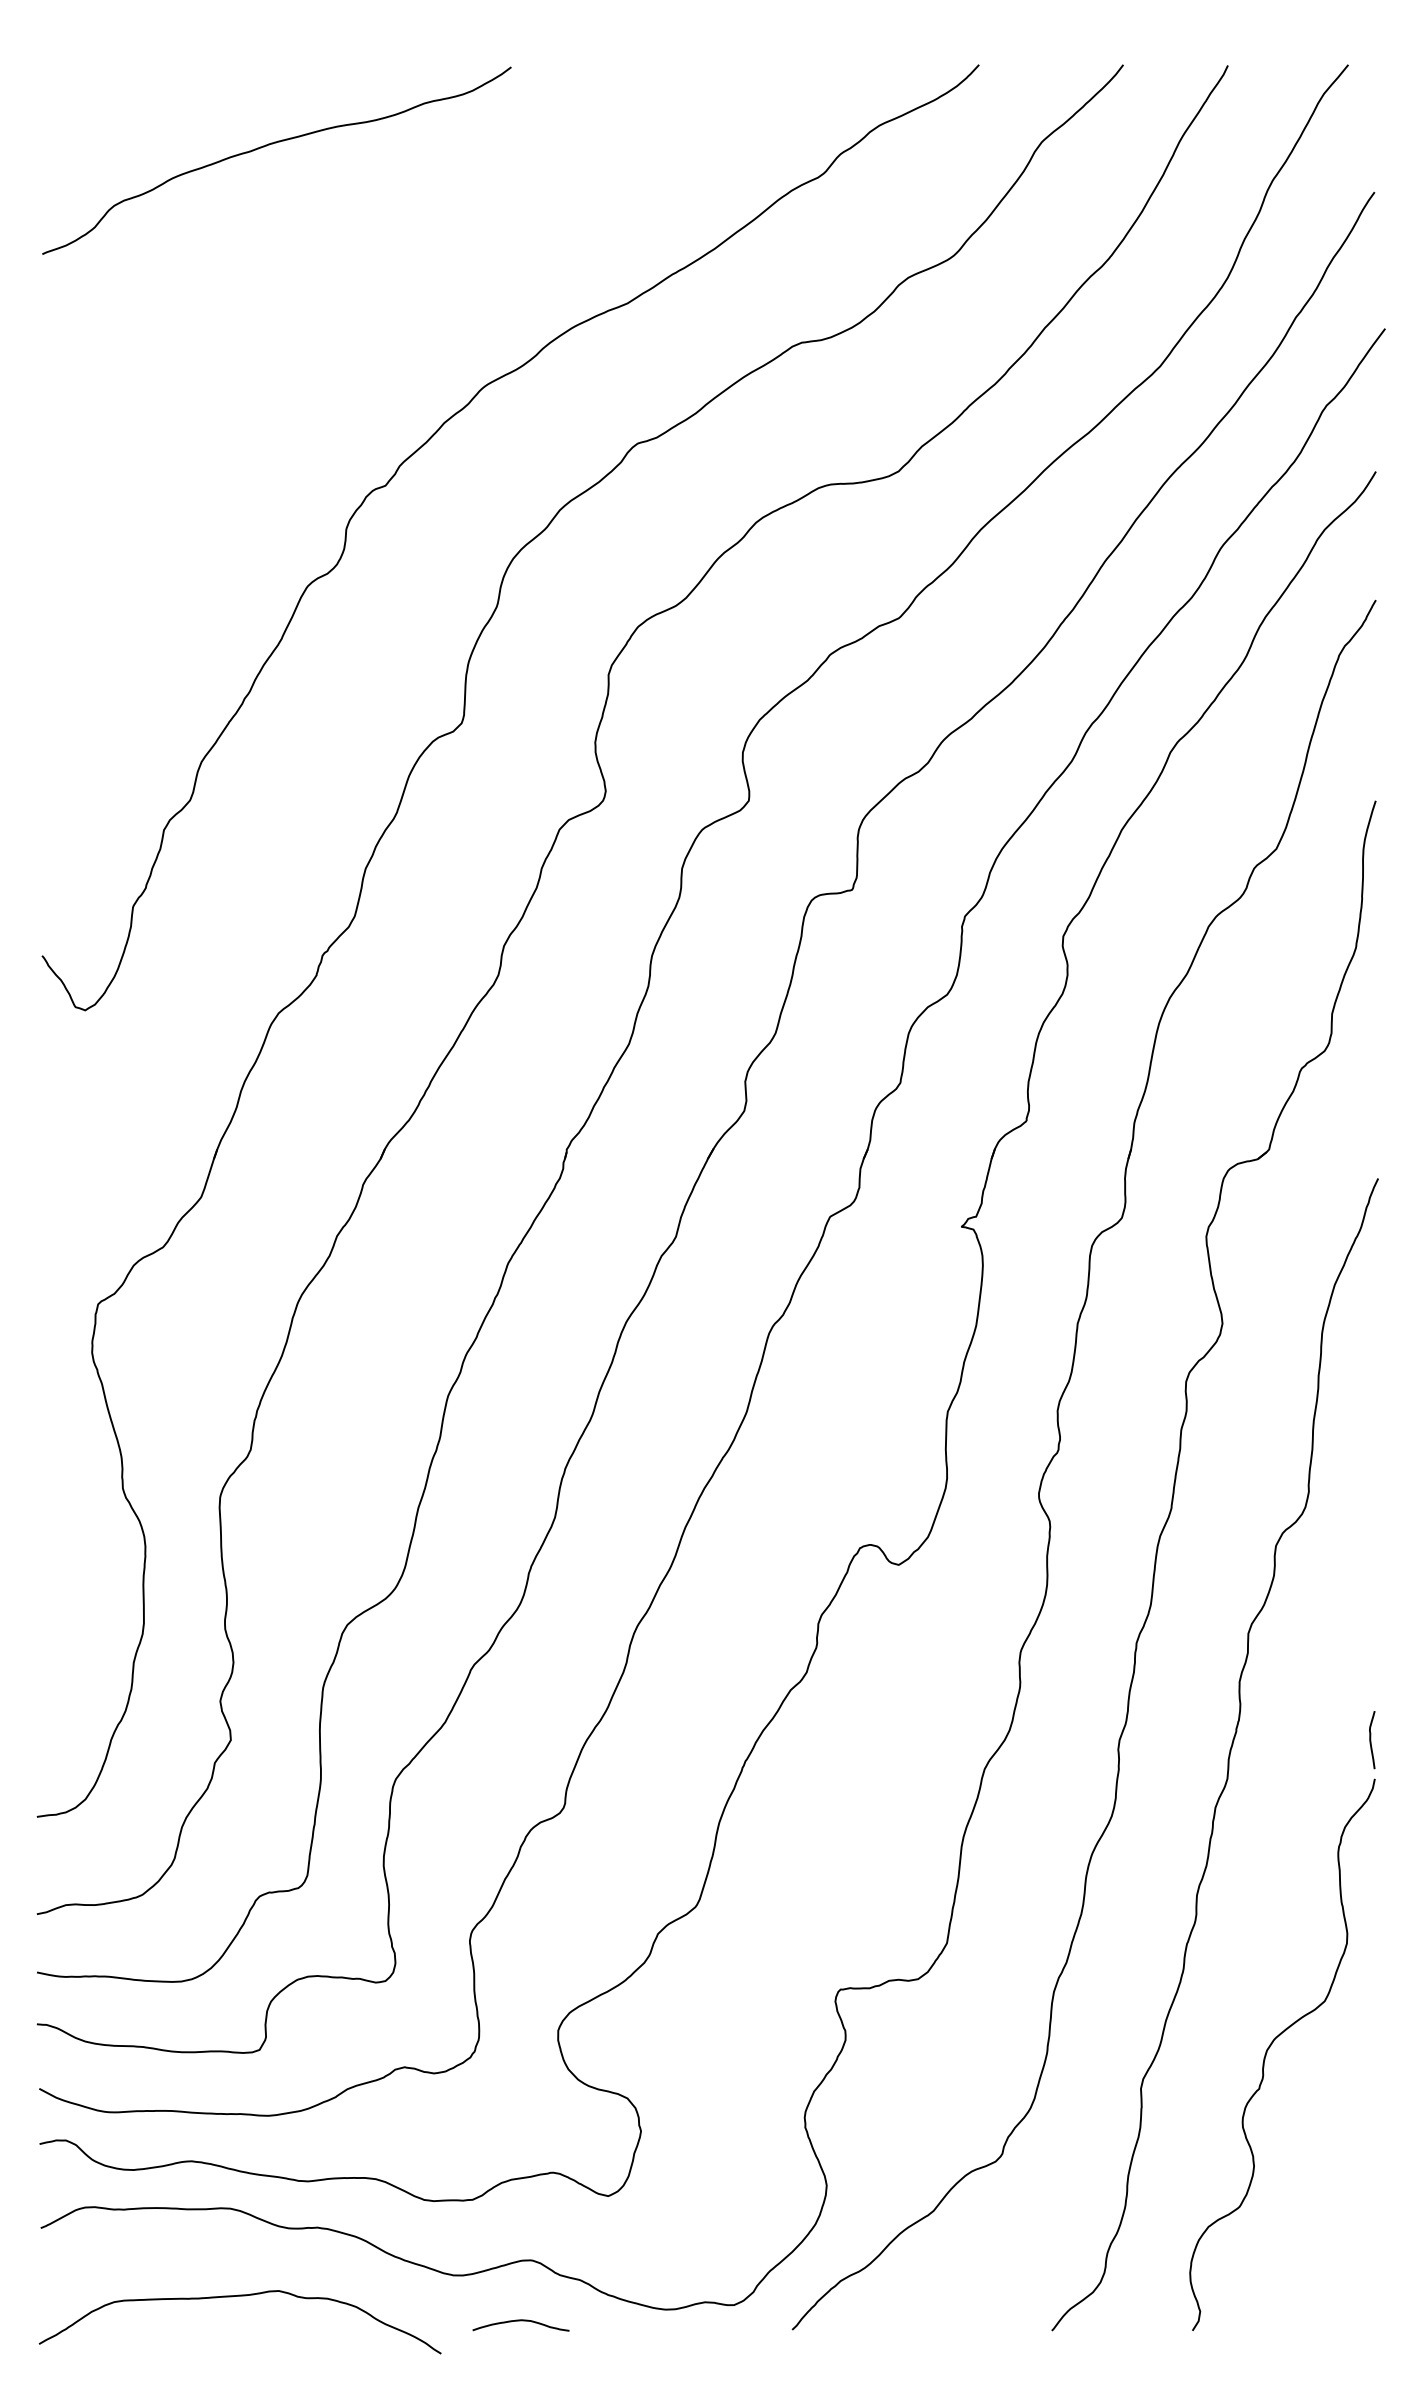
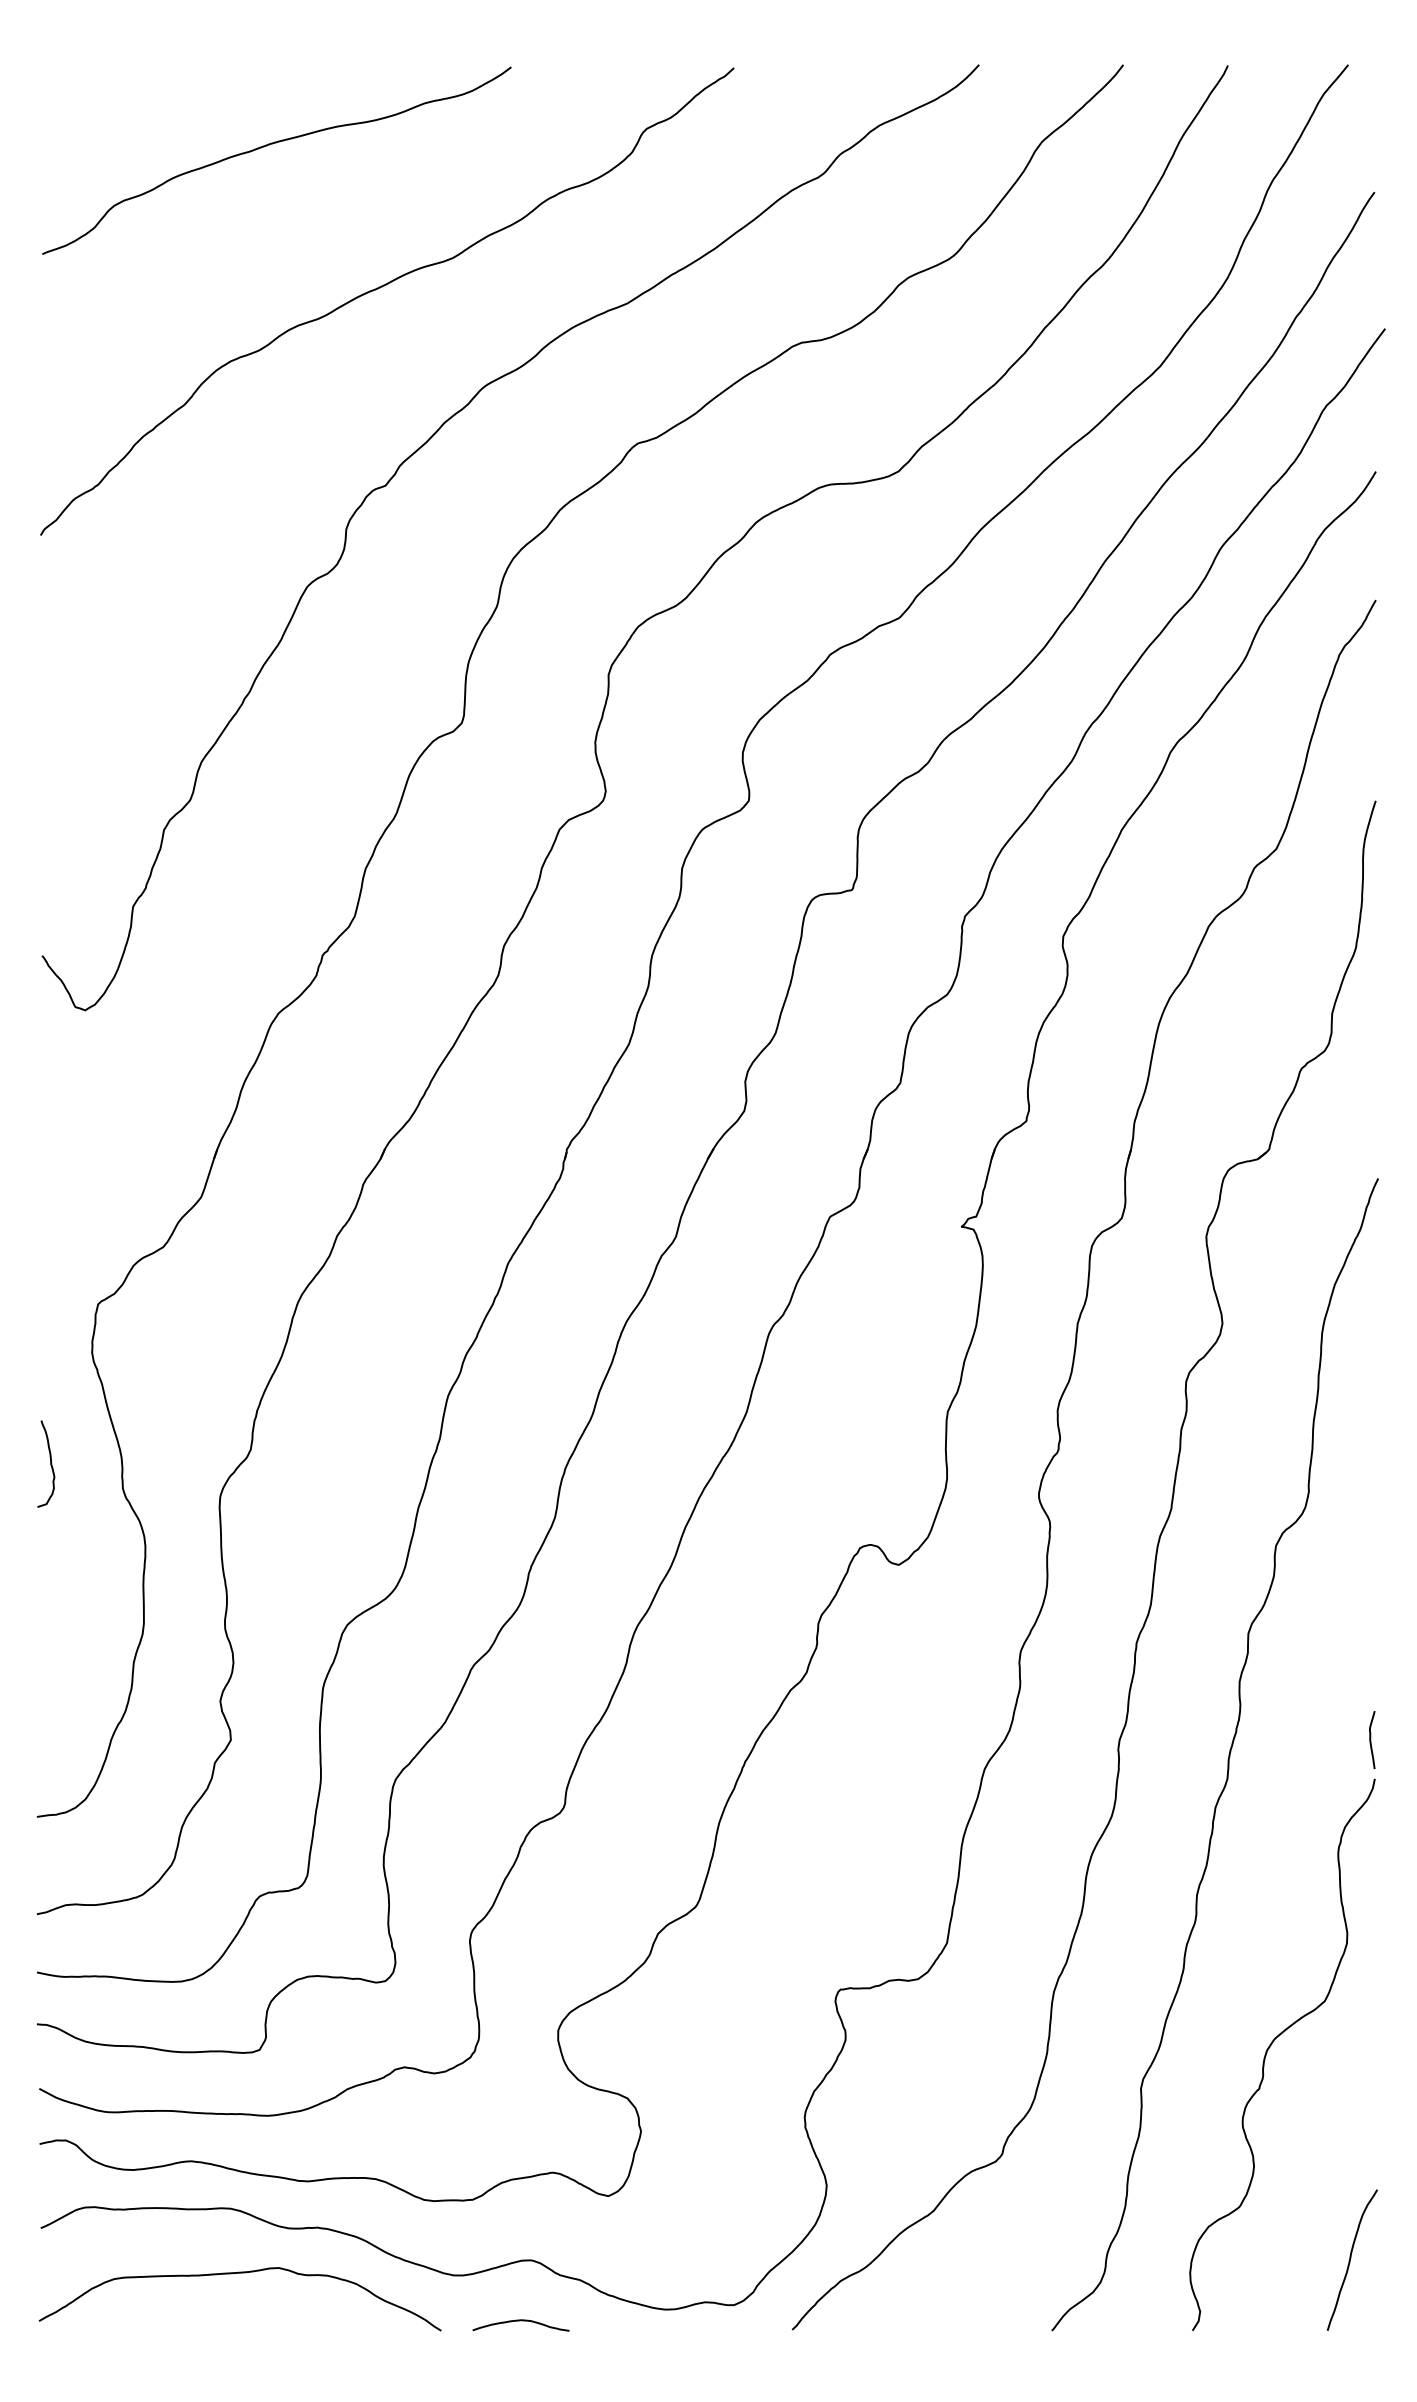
curve at (380, 288): none -> present
curve at (50, 1463): none -> present
curve at (1351, 2258): none -> present
curve at (232, 2297) position: (232, 2297) -> (232, 2274)
